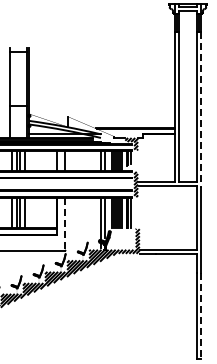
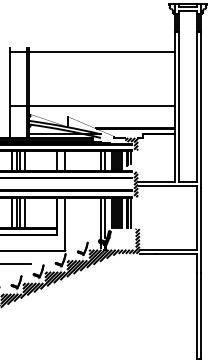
line at (101, 51): none -> present
line at (101, 105): none -> present
line at (201, 110): dashed -> solid
line at (65, 224): dashed -> solid
line at (16, 264): none -> present
line at (201, 316): dashed -> solid
